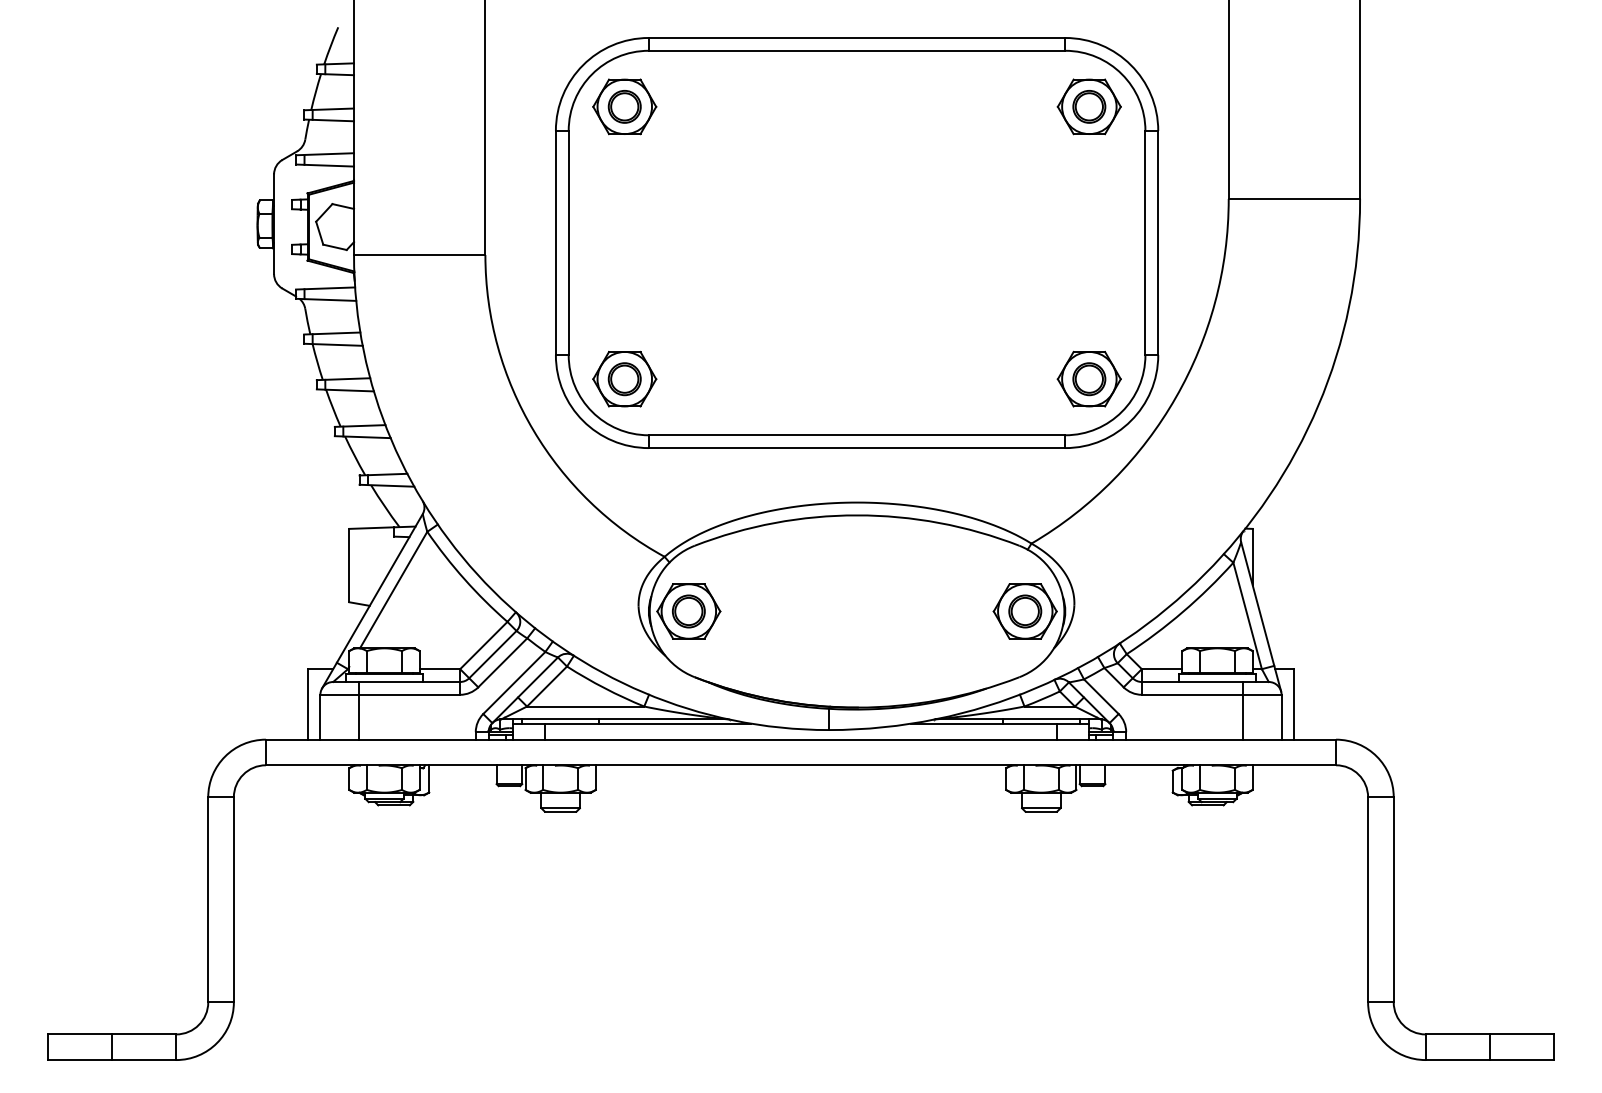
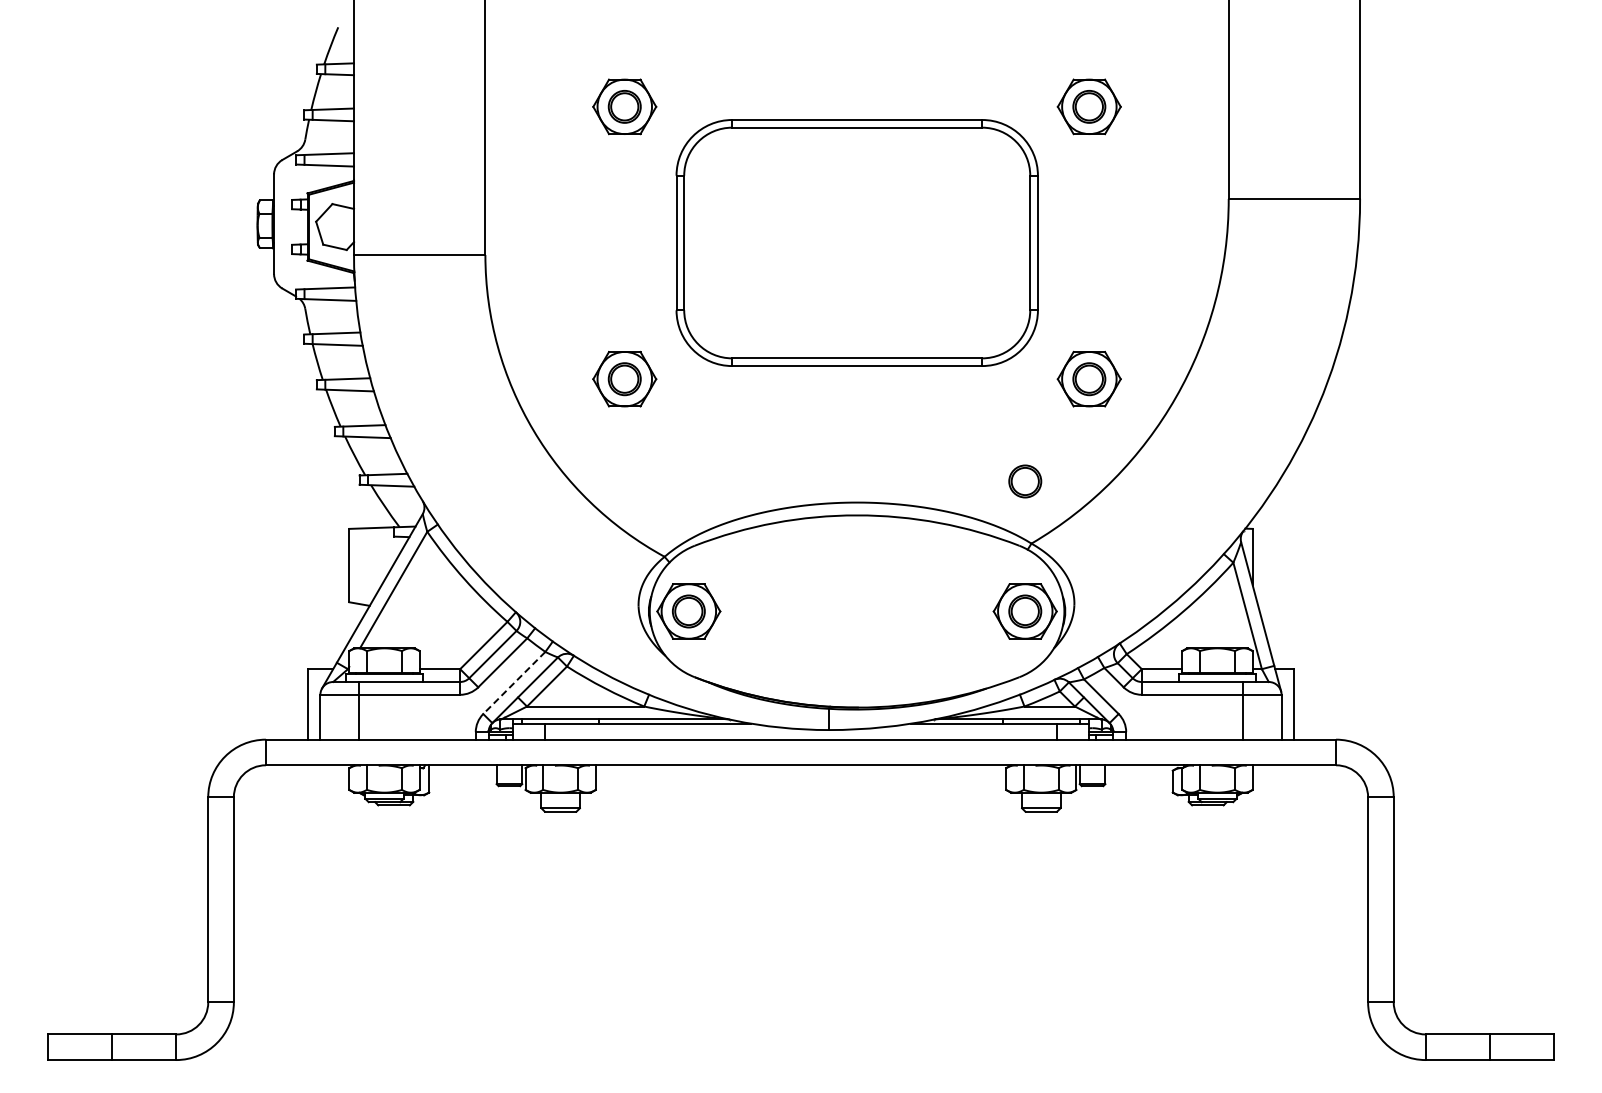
part at (857, 242) size: 605x412 px -> 364x248 px
part at (1025, 481): none -> present
line at (514, 682): solid -> dashed
